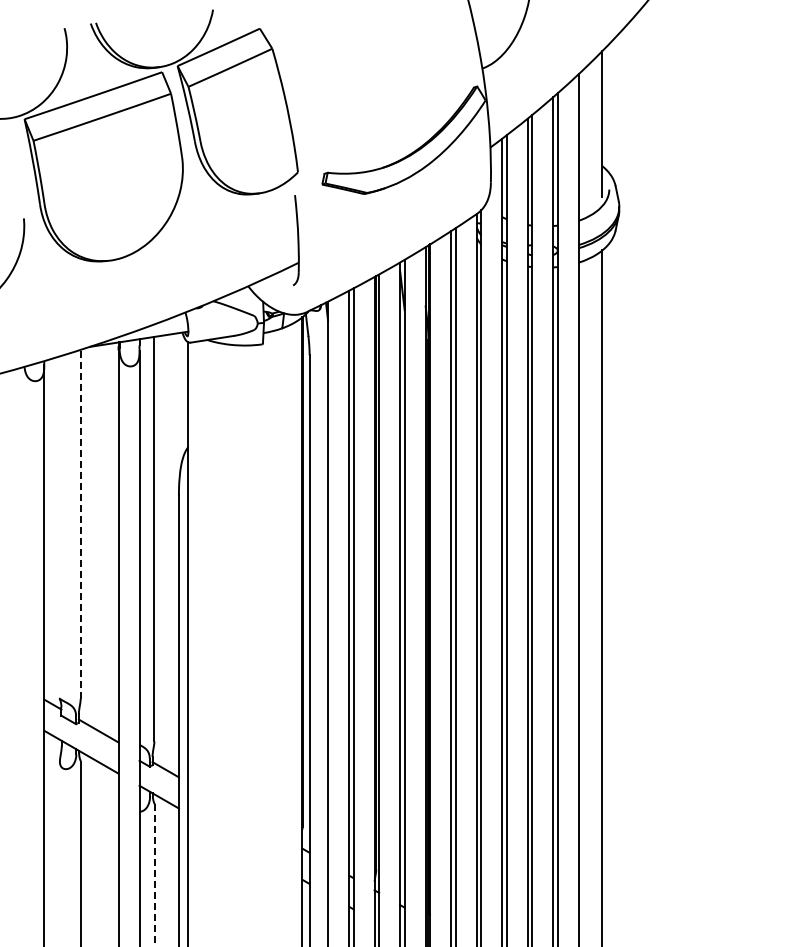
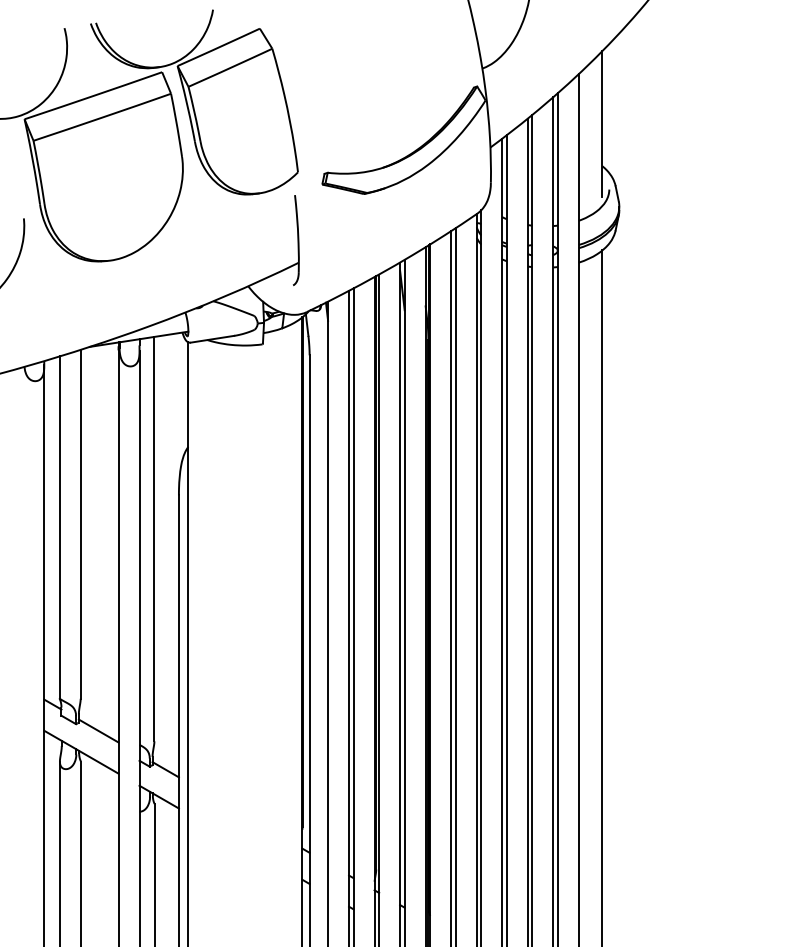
line at (80, 523): dashed -> solid
line at (59, 527): none -> present
line at (59, 852): none -> present
line at (154, 875): dashed -> solid
